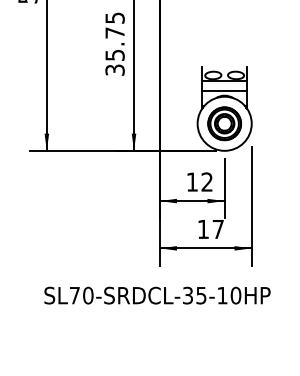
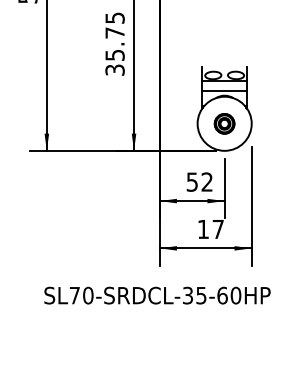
part at (224, 123) size: 35x36 px -> 23x22 px
text at (191, 181): 12 -> 52
text at (222, 295): SL70-SRDCL-35-10HP -> SL70-SRDCL-35-60HP
